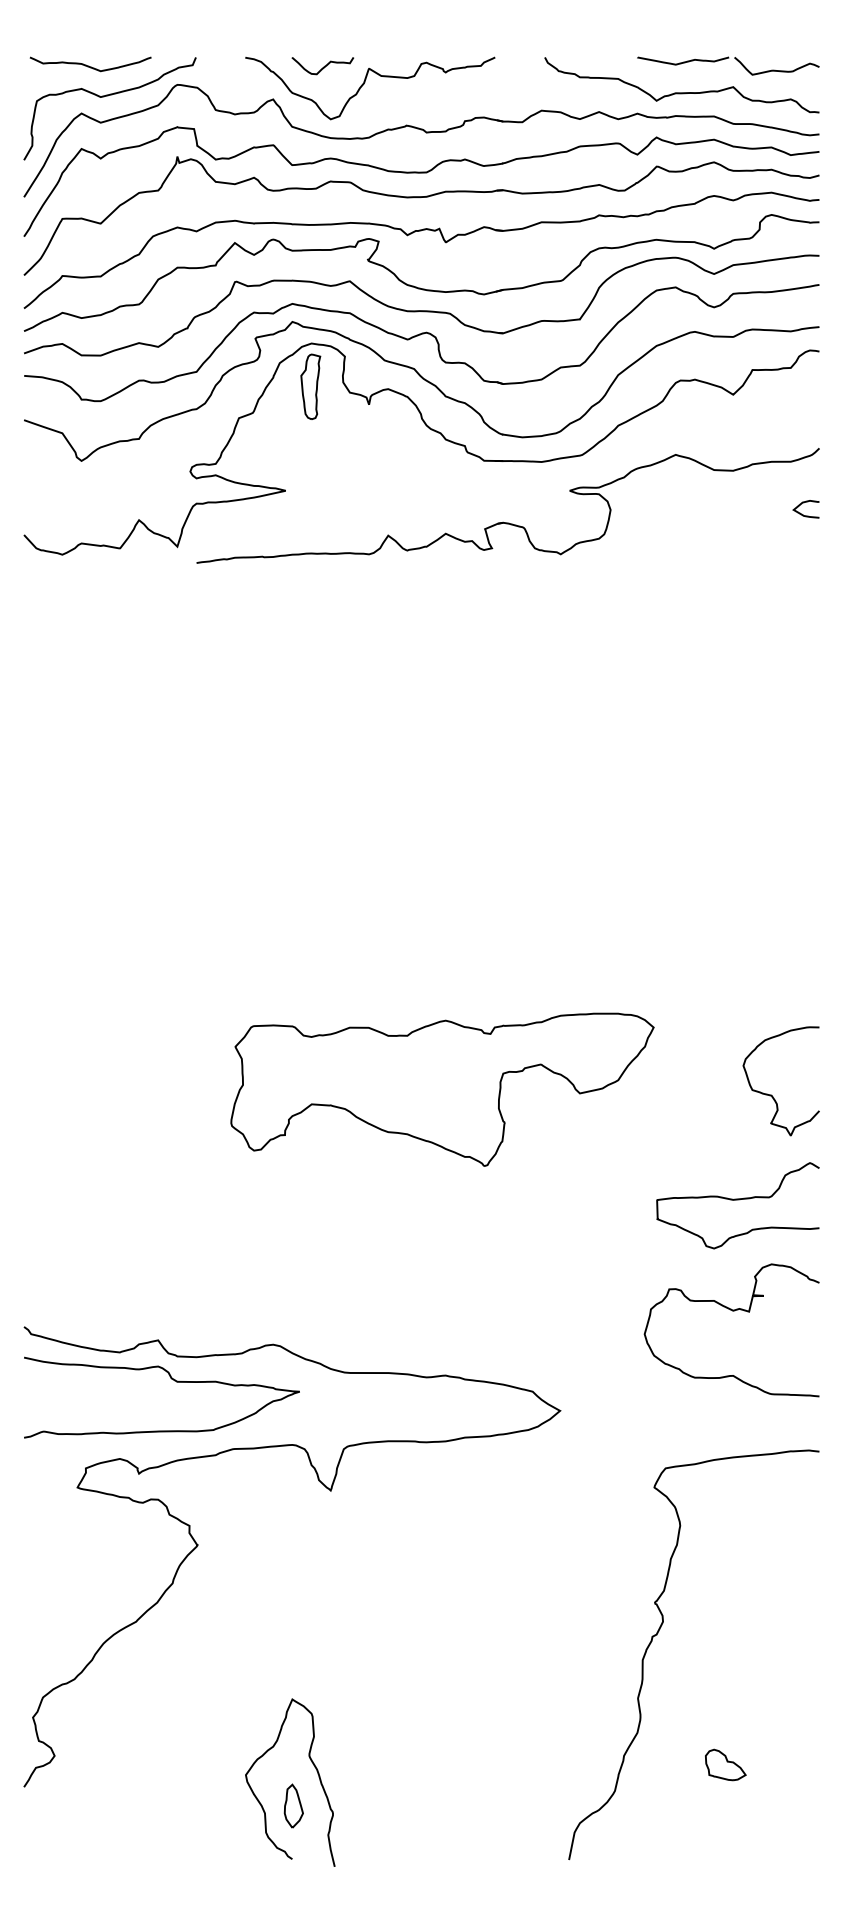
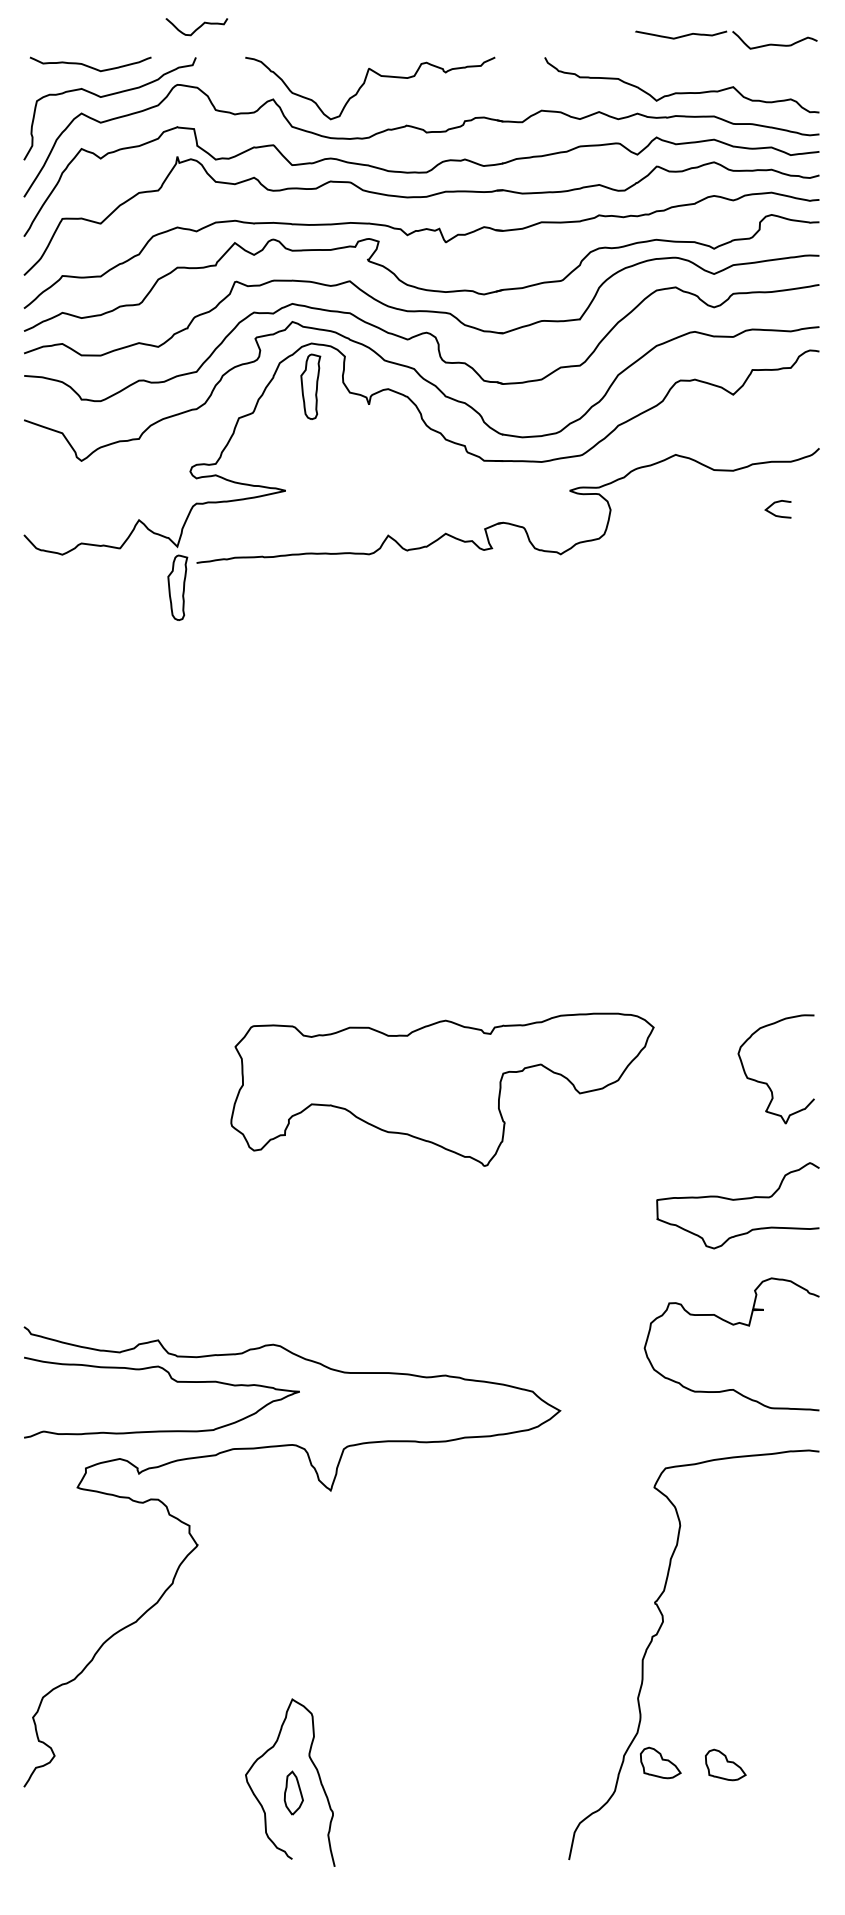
part at (726, 59) position: (726, 59) -> (724, 33)
curve at (323, 66) position: (323, 66) -> (197, 27)
curve at (803, 514) position: (803, 514) -> (775, 514)
part at (177, 587): none -> present
curve at (771, 1094) position: (771, 1094) -> (766, 1082)
curve at (732, 1311) position: (732, 1311) -> (732, 1325)
part at (660, 1762): none -> present
part at (293, 1805) position: (293, 1805) -> (293, 1792)
